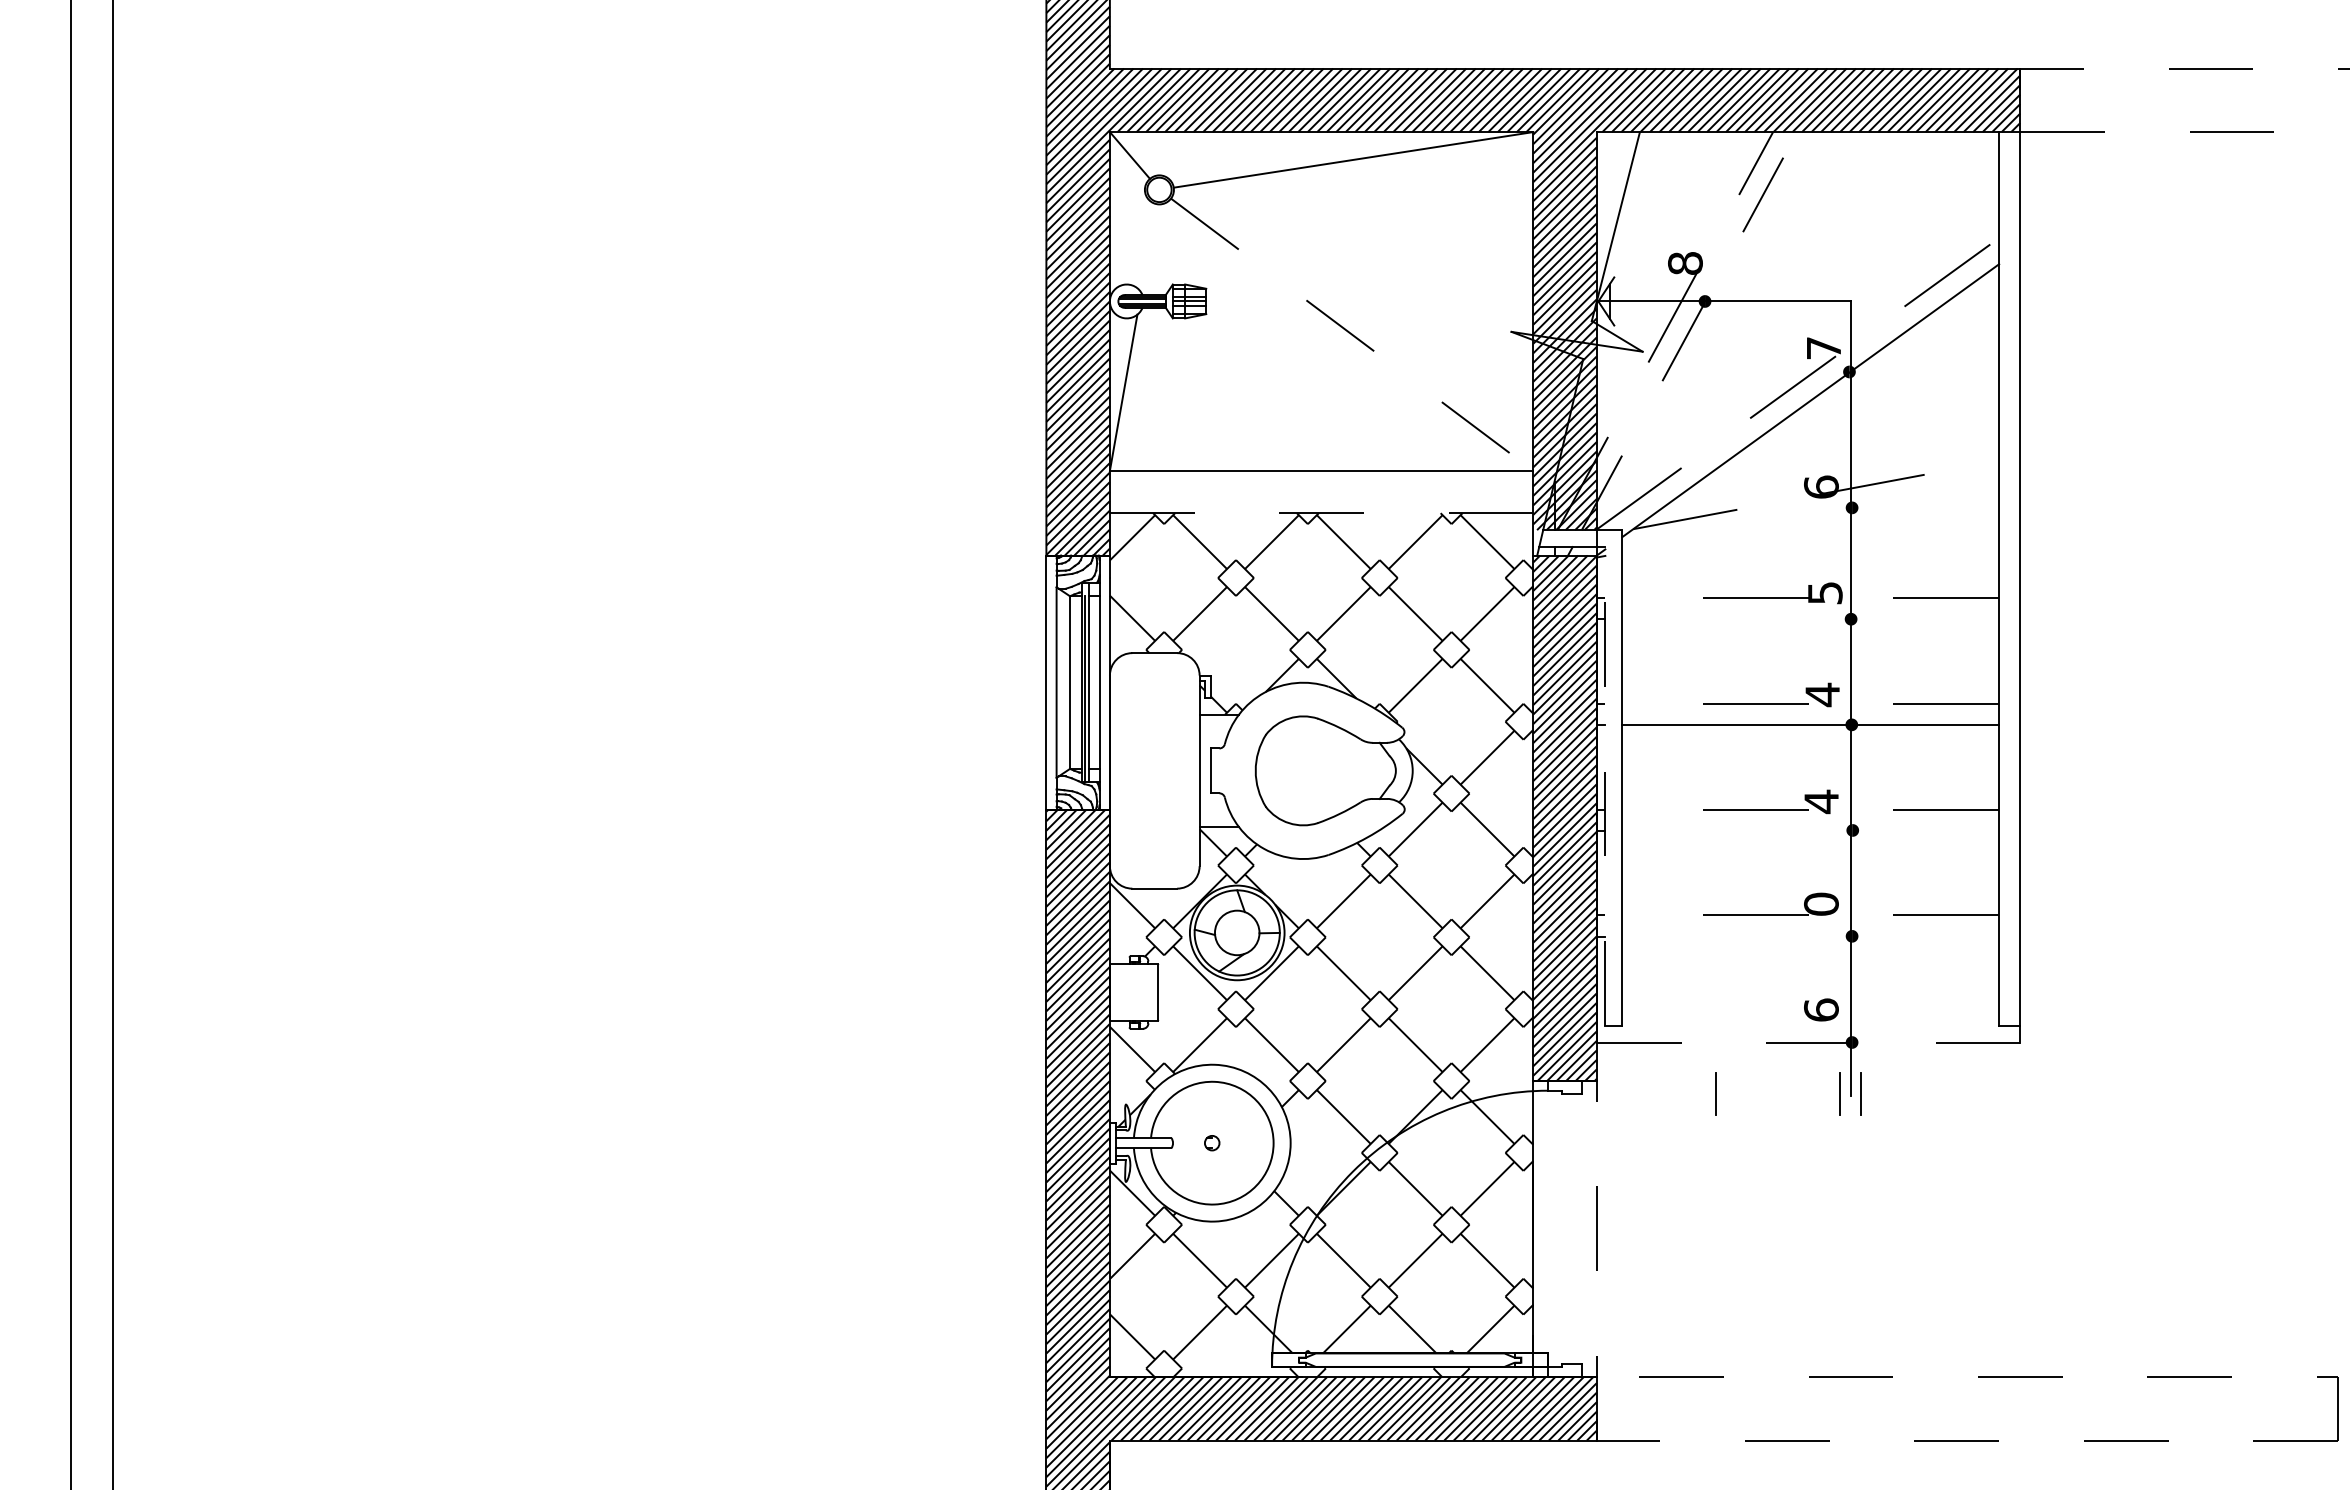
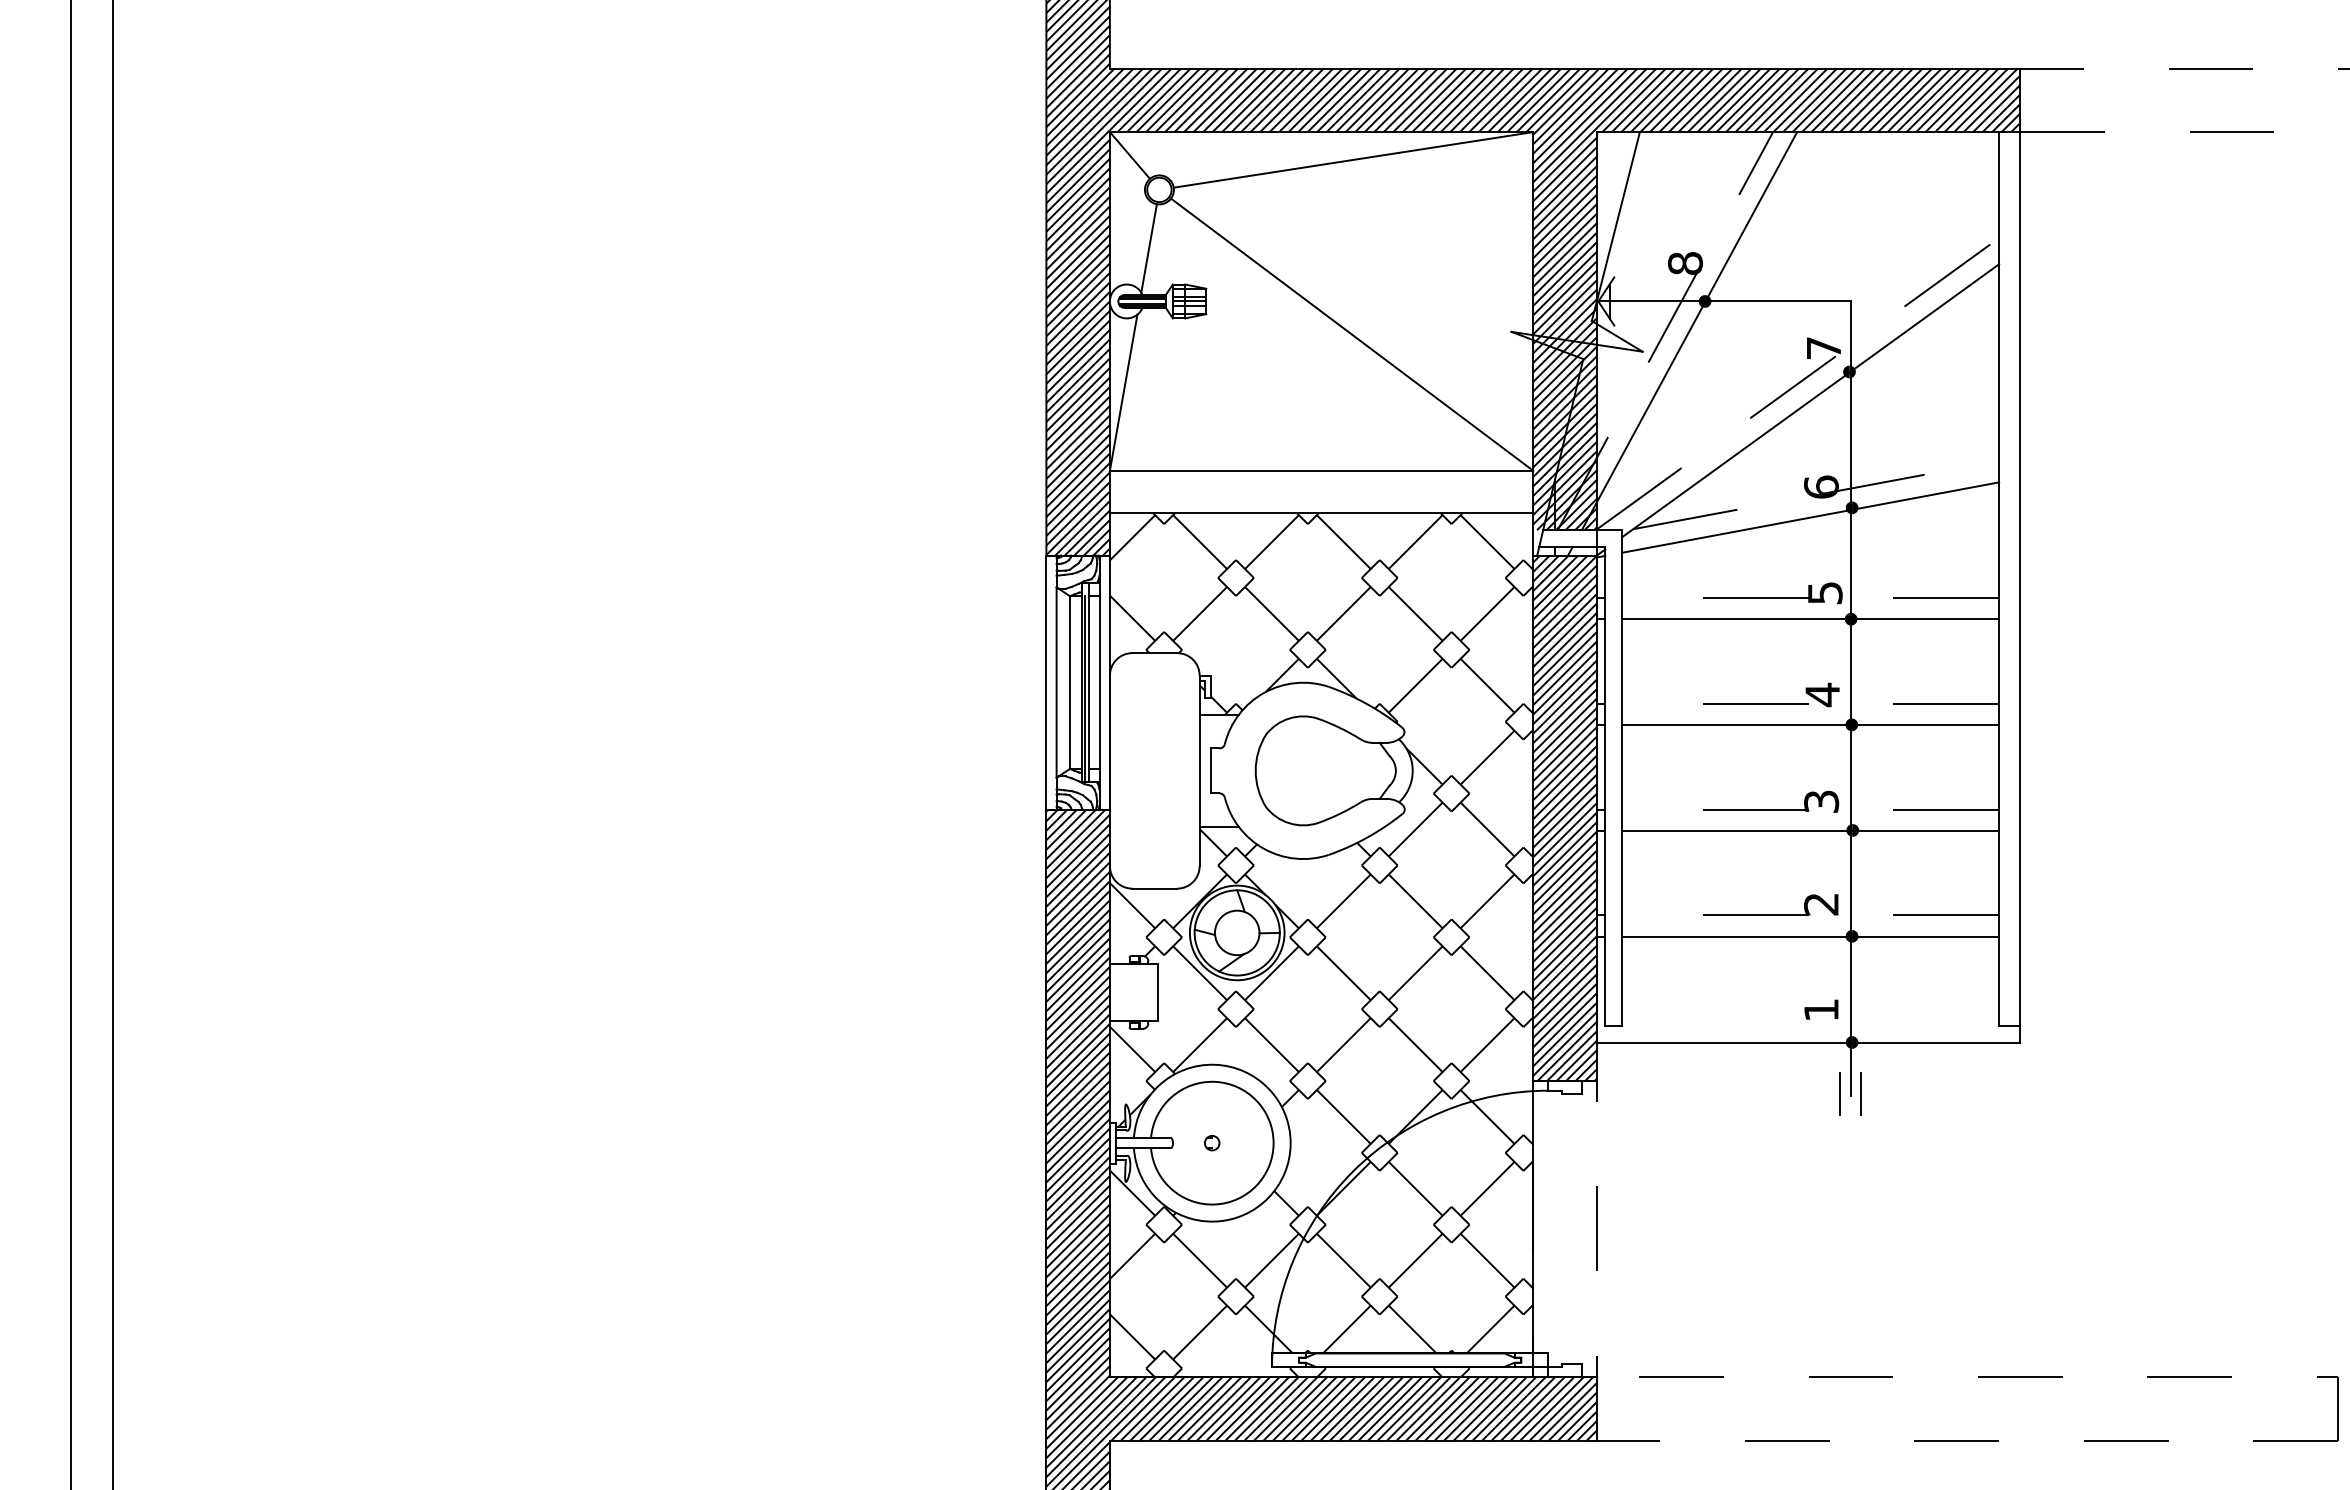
line at (1148, 248): none -> present
line at (1689, 330): dashed -> solid
line at (1352, 334): dashed -> solid
line at (1321, 513): dashed -> solid
line at (1810, 517): none -> present
line at (1810, 619): none -> present
line at (1605, 785): dashed -> solid
text at (1821, 801): 4 -> 3
line at (1810, 830): none -> present
text at (1821, 903): 0 -> 2
line at (1810, 936): none -> present
text at (1821, 1009): 6 -> 1
line at (1808, 1042): dashed -> solid
line at (1715, 1093): present -> none
